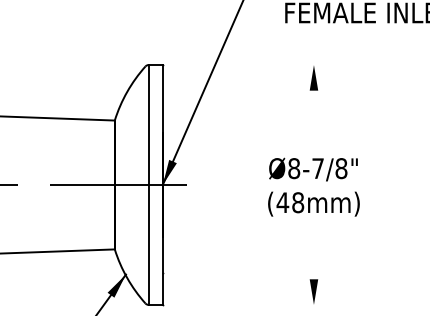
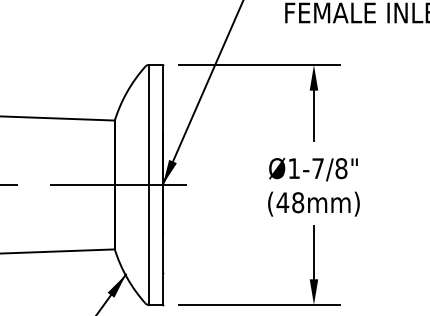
line at (258, 65): none -> present
line at (313, 115): none -> present
text at (294, 168): Ø8-7/8" -> Ø1-7/8"
line at (313, 252): none -> present
line at (258, 304): none -> present
